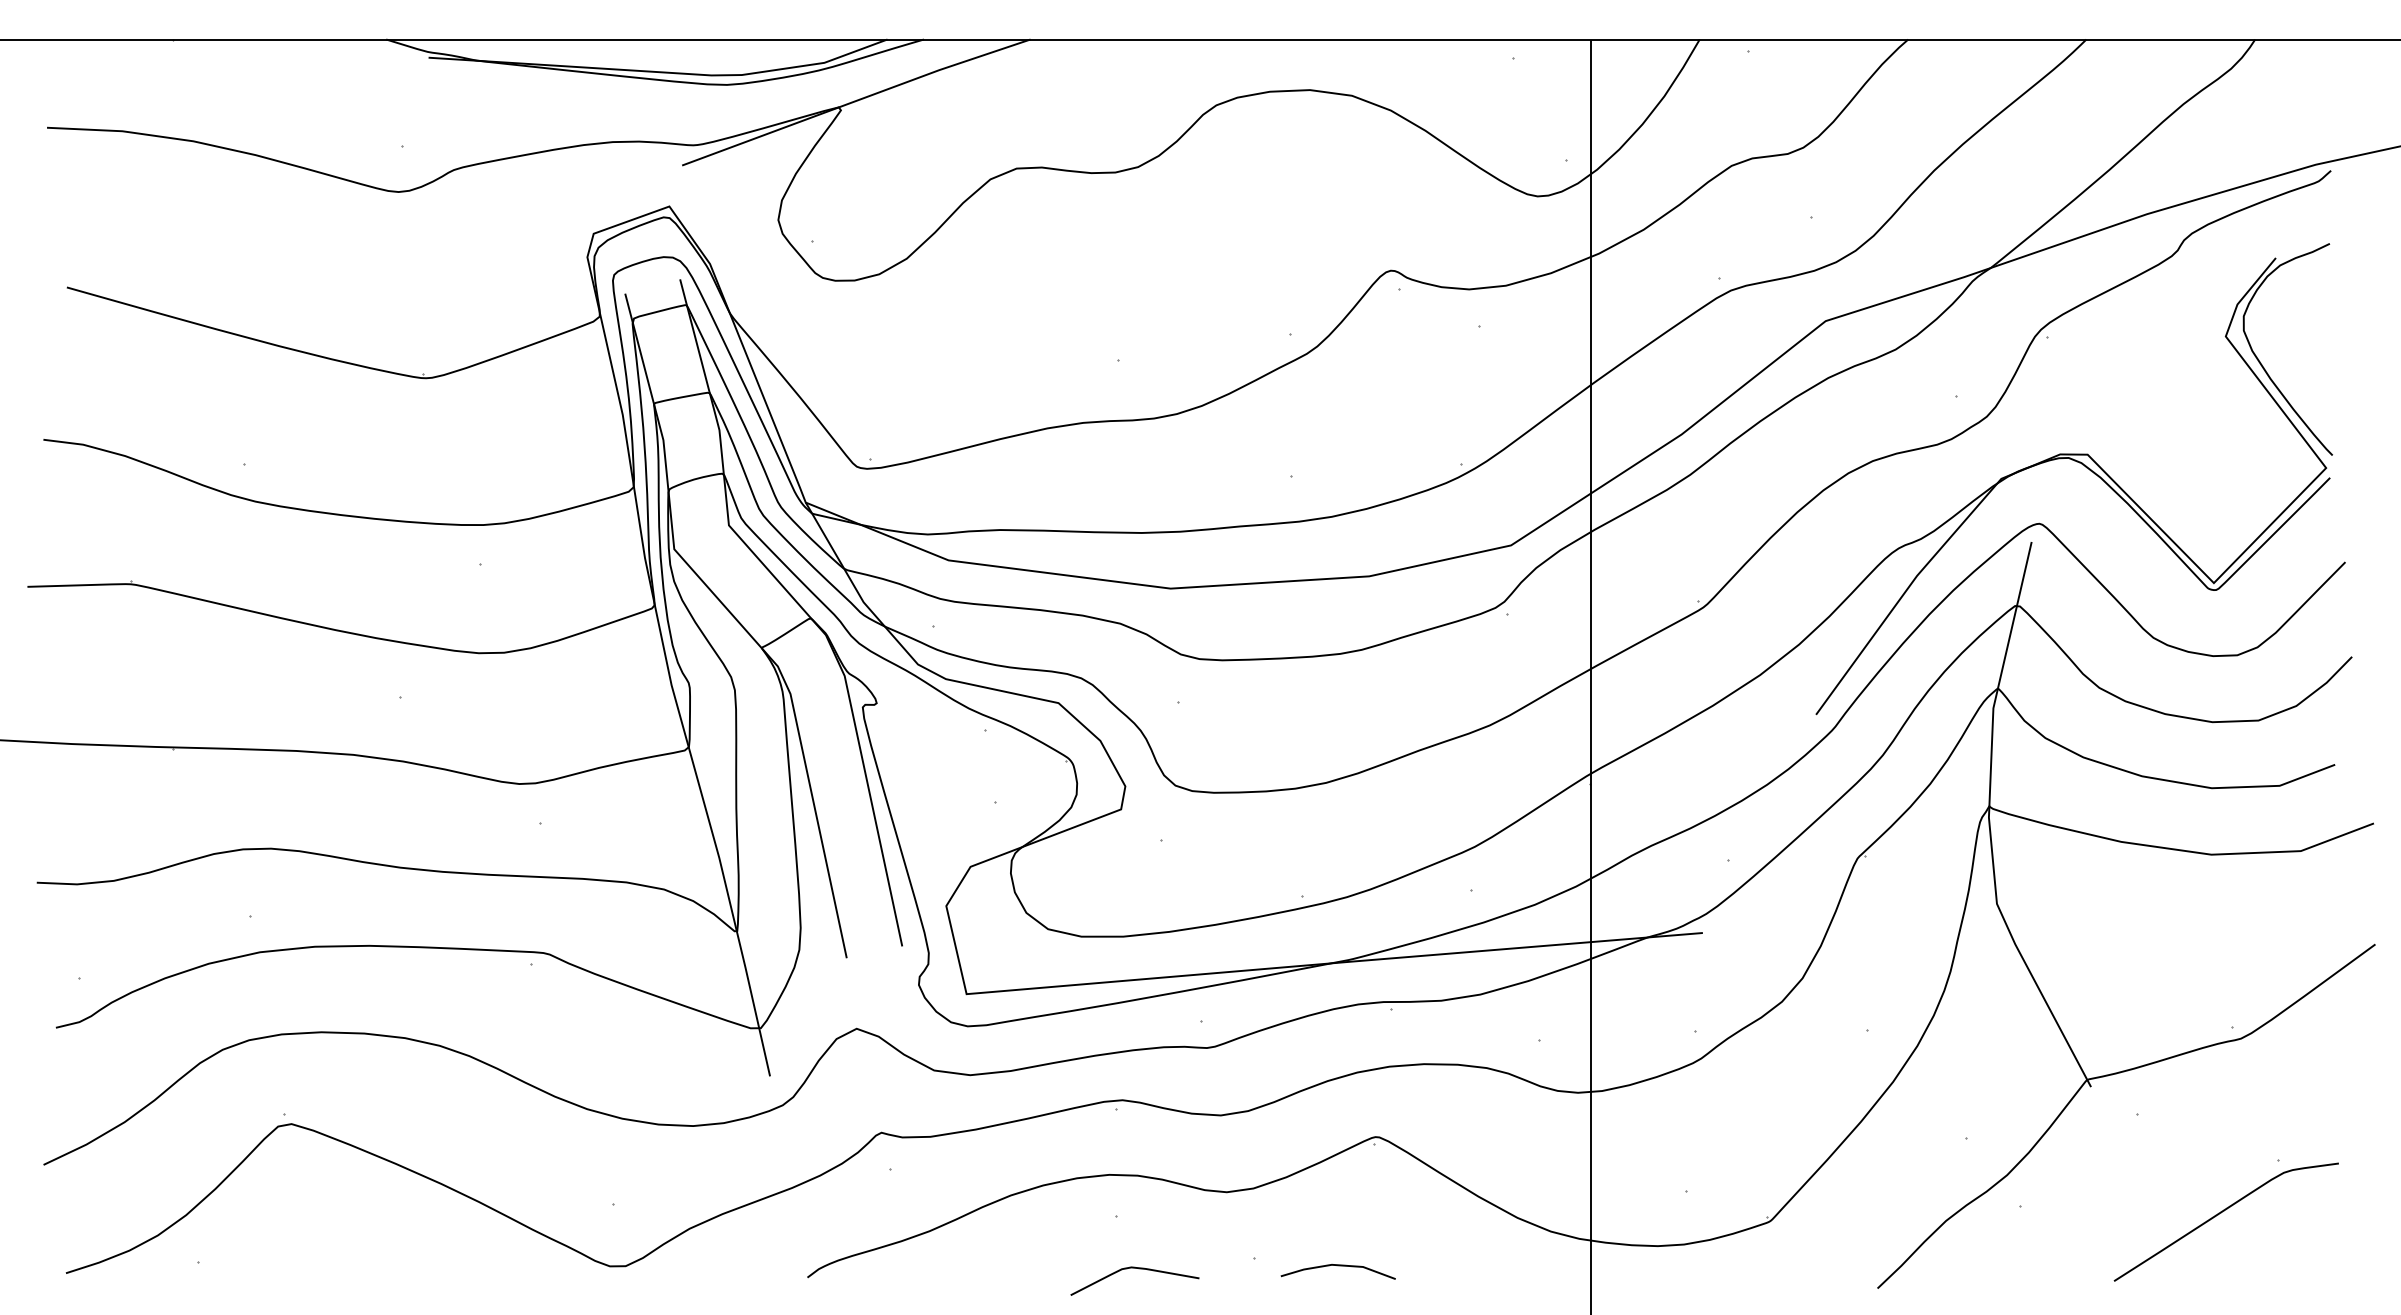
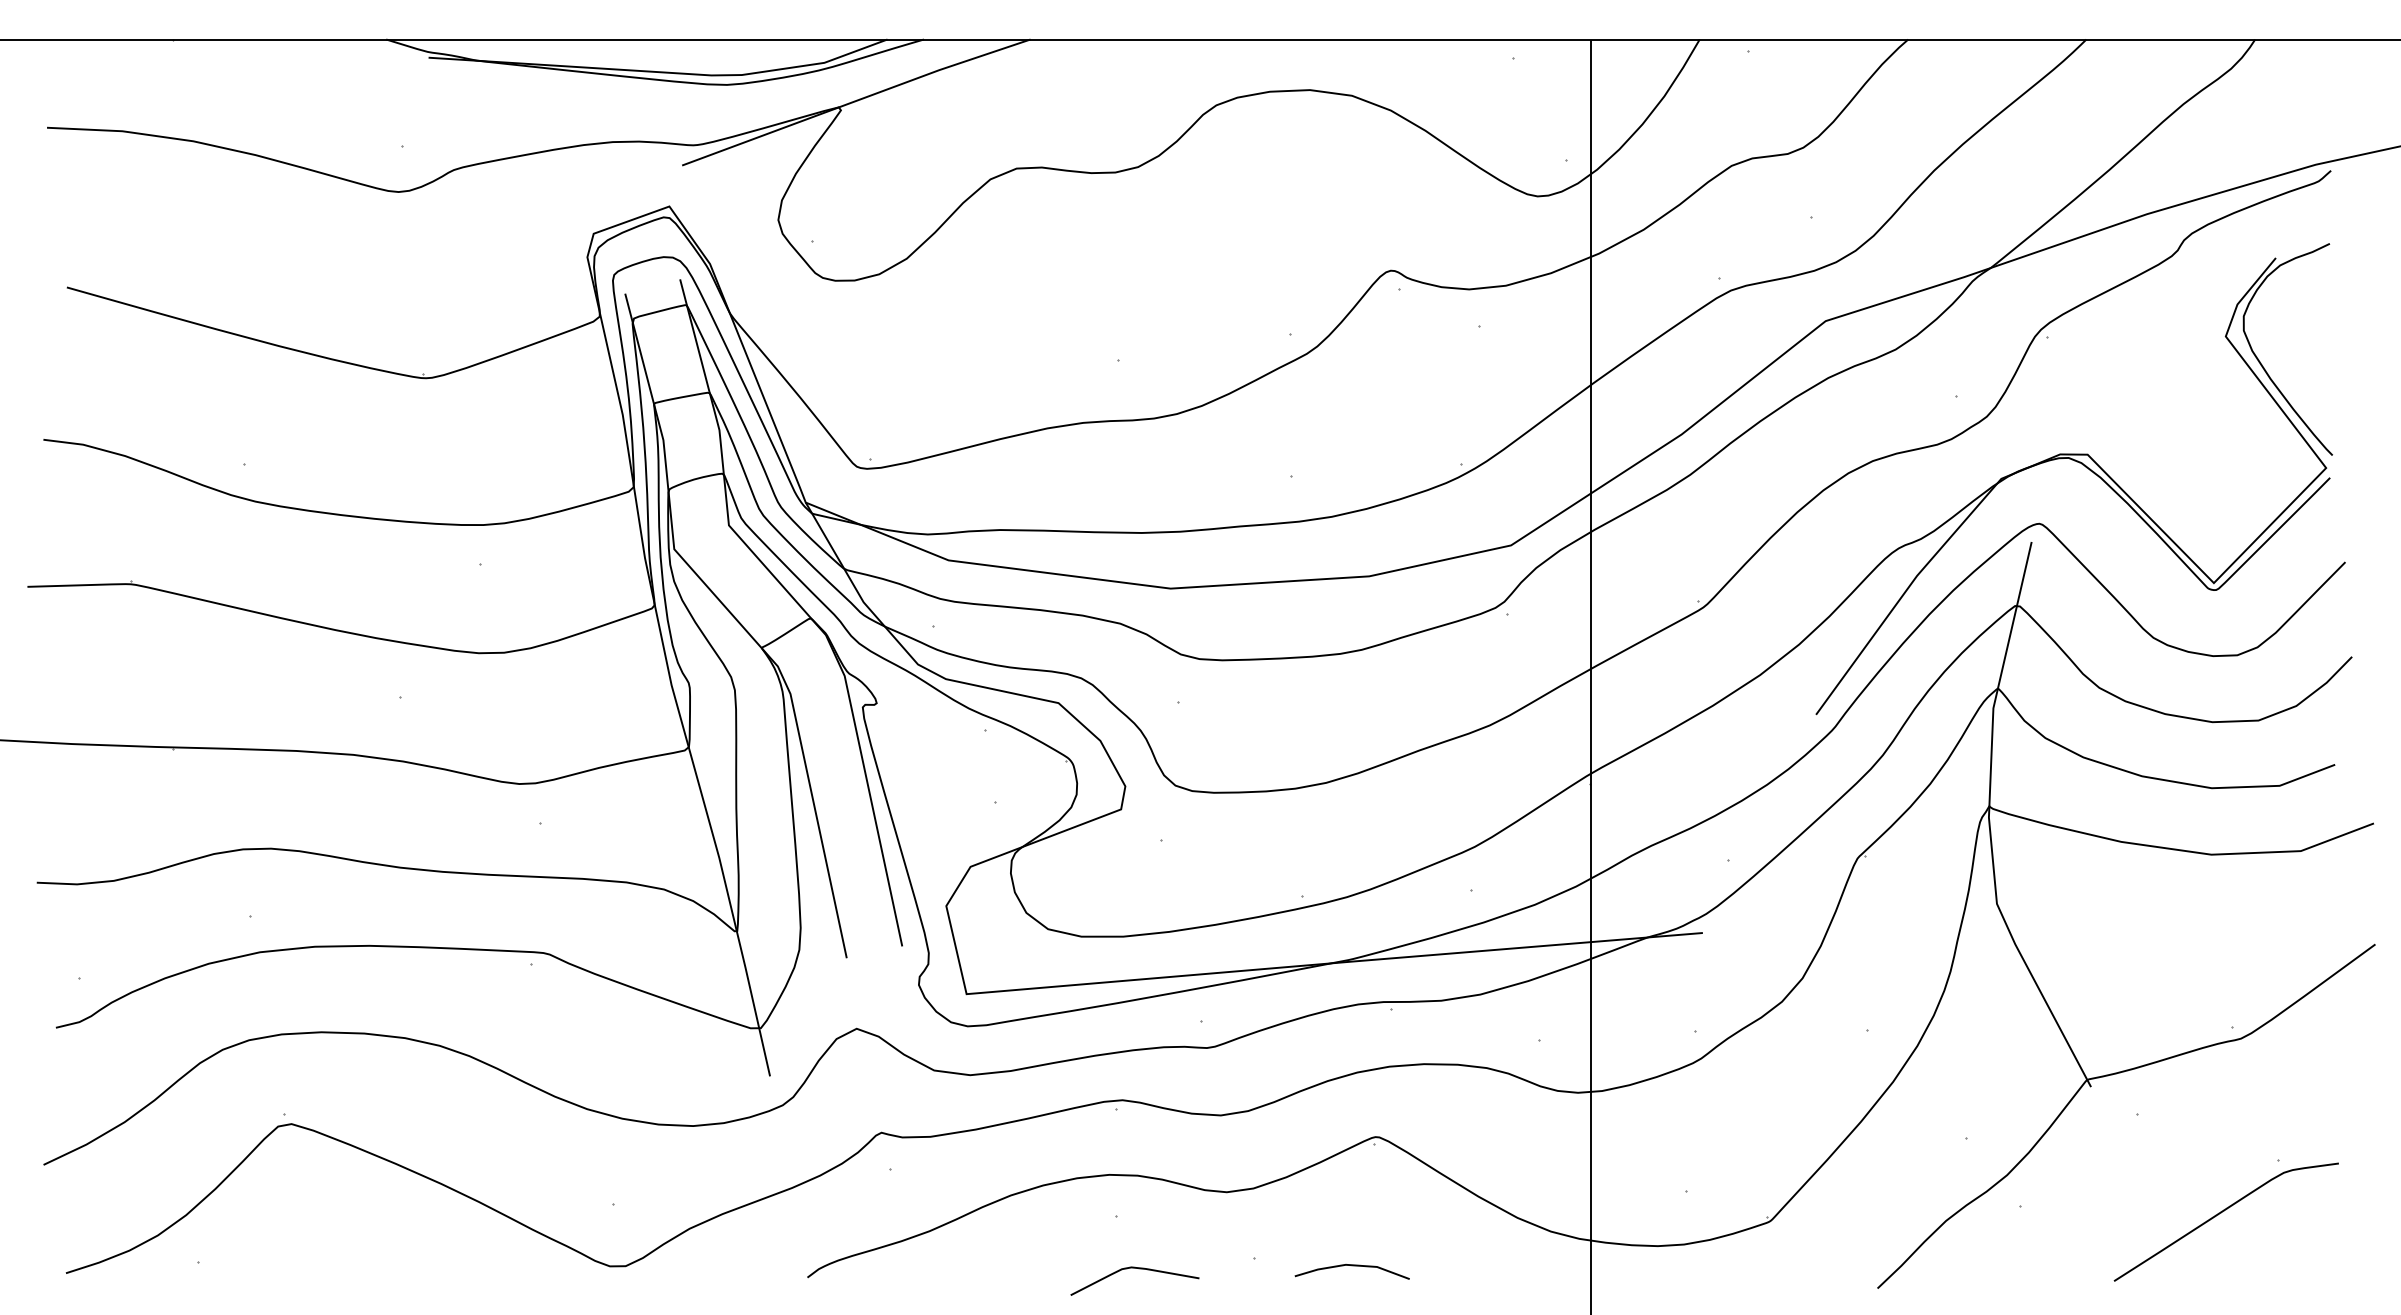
line at (1337, 1266) position: (1337, 1266) -> (1351, 1266)
